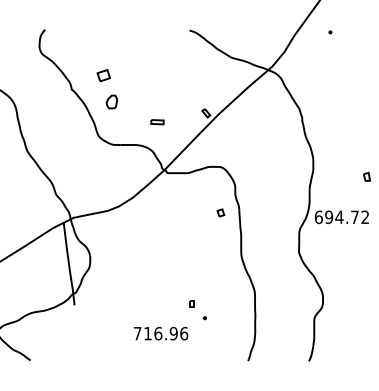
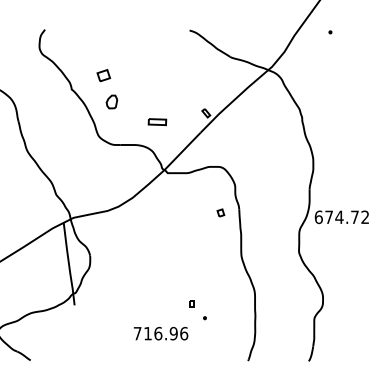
part at (157, 122) size: 15x7 px -> 21x9 px
part at (367, 176): present -> none
text at (329, 217): 694.72 -> 674.72
